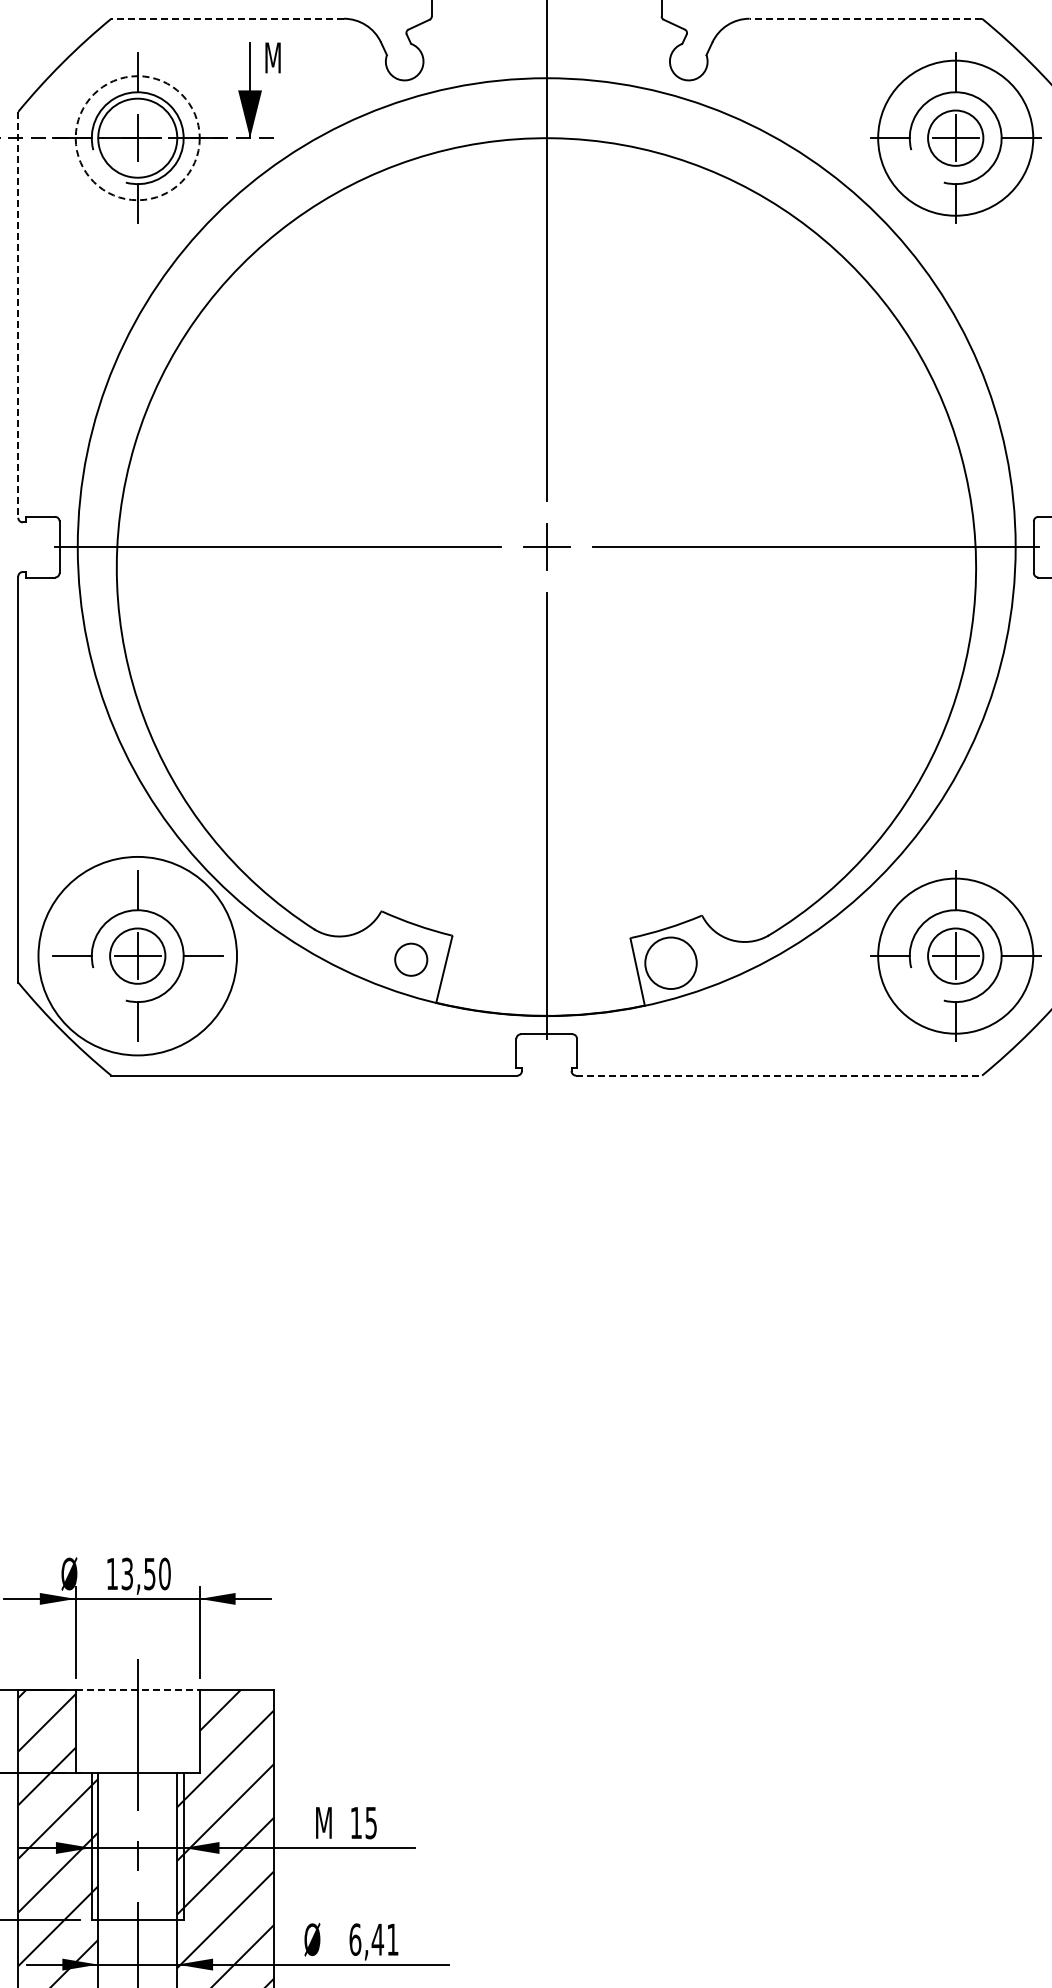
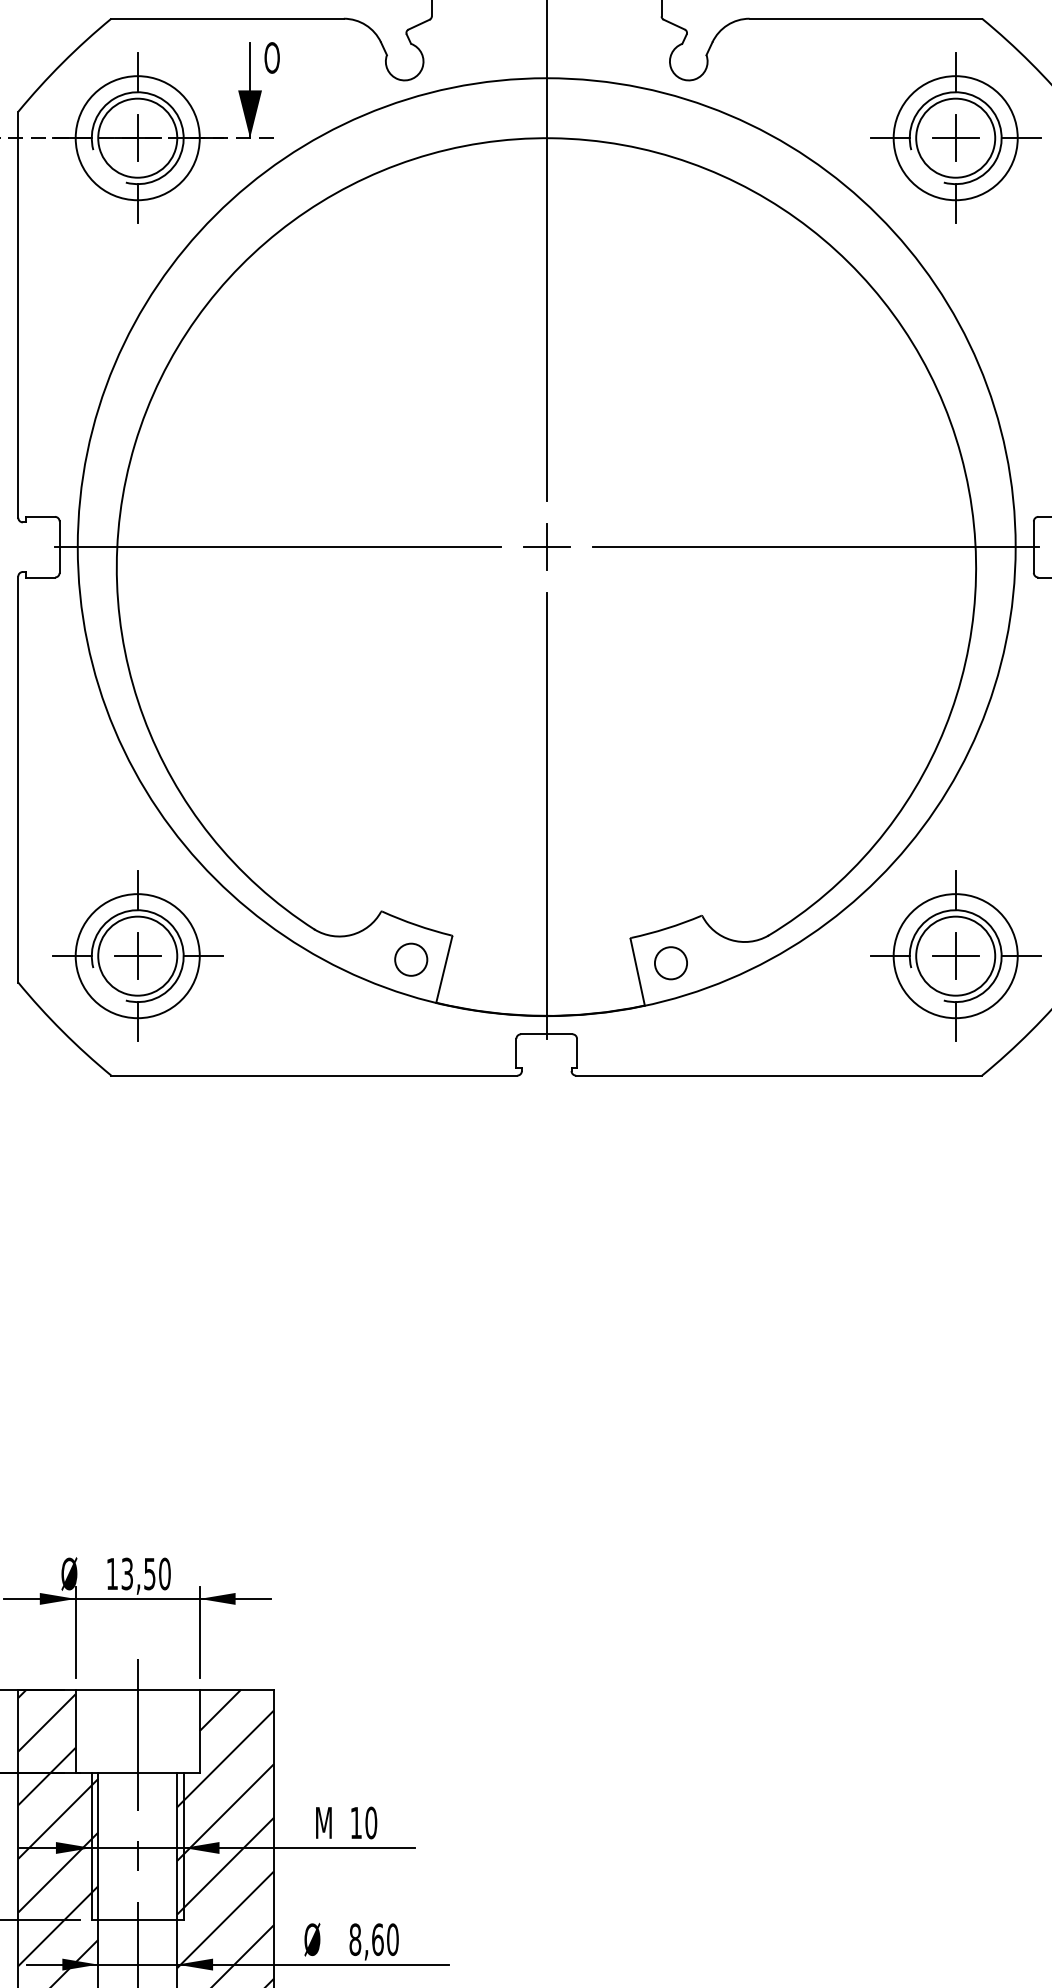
line at (227, 18): dashed -> solid
line at (865, 18): dashed -> solid
text at (272, 57): M -> O
circle at (955, 137) diameter: 155 px -> 124 px
circle at (955, 137) diameter: 55 px -> 79 px
circle at (137, 138): dashed -> solid
line at (18, 314): dashed -> solid
circle at (137, 955) diameter: 199 px -> 124 px
circle at (137, 955) diameter: 55 px -> 79 px
circle at (955, 955) diameter: 155 px -> 124 px
circle at (955, 955) diameter: 55 px -> 79 px
circle at (670, 963) diameter: 51 px -> 32 px
line at (779, 1075): dashed -> solid
line at (138, 1689): dashed -> solid
text at (371, 1822): 15 -> 10
text at (373, 1939): 6,41 -> 8,60
